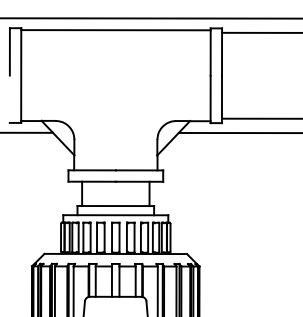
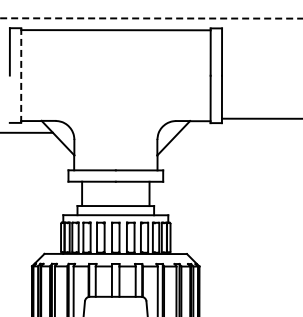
line at (152, 18): solid -> dashed
line at (260, 32): present -> none
line at (21, 75): solid -> dashed
line at (238, 132): present -> none
